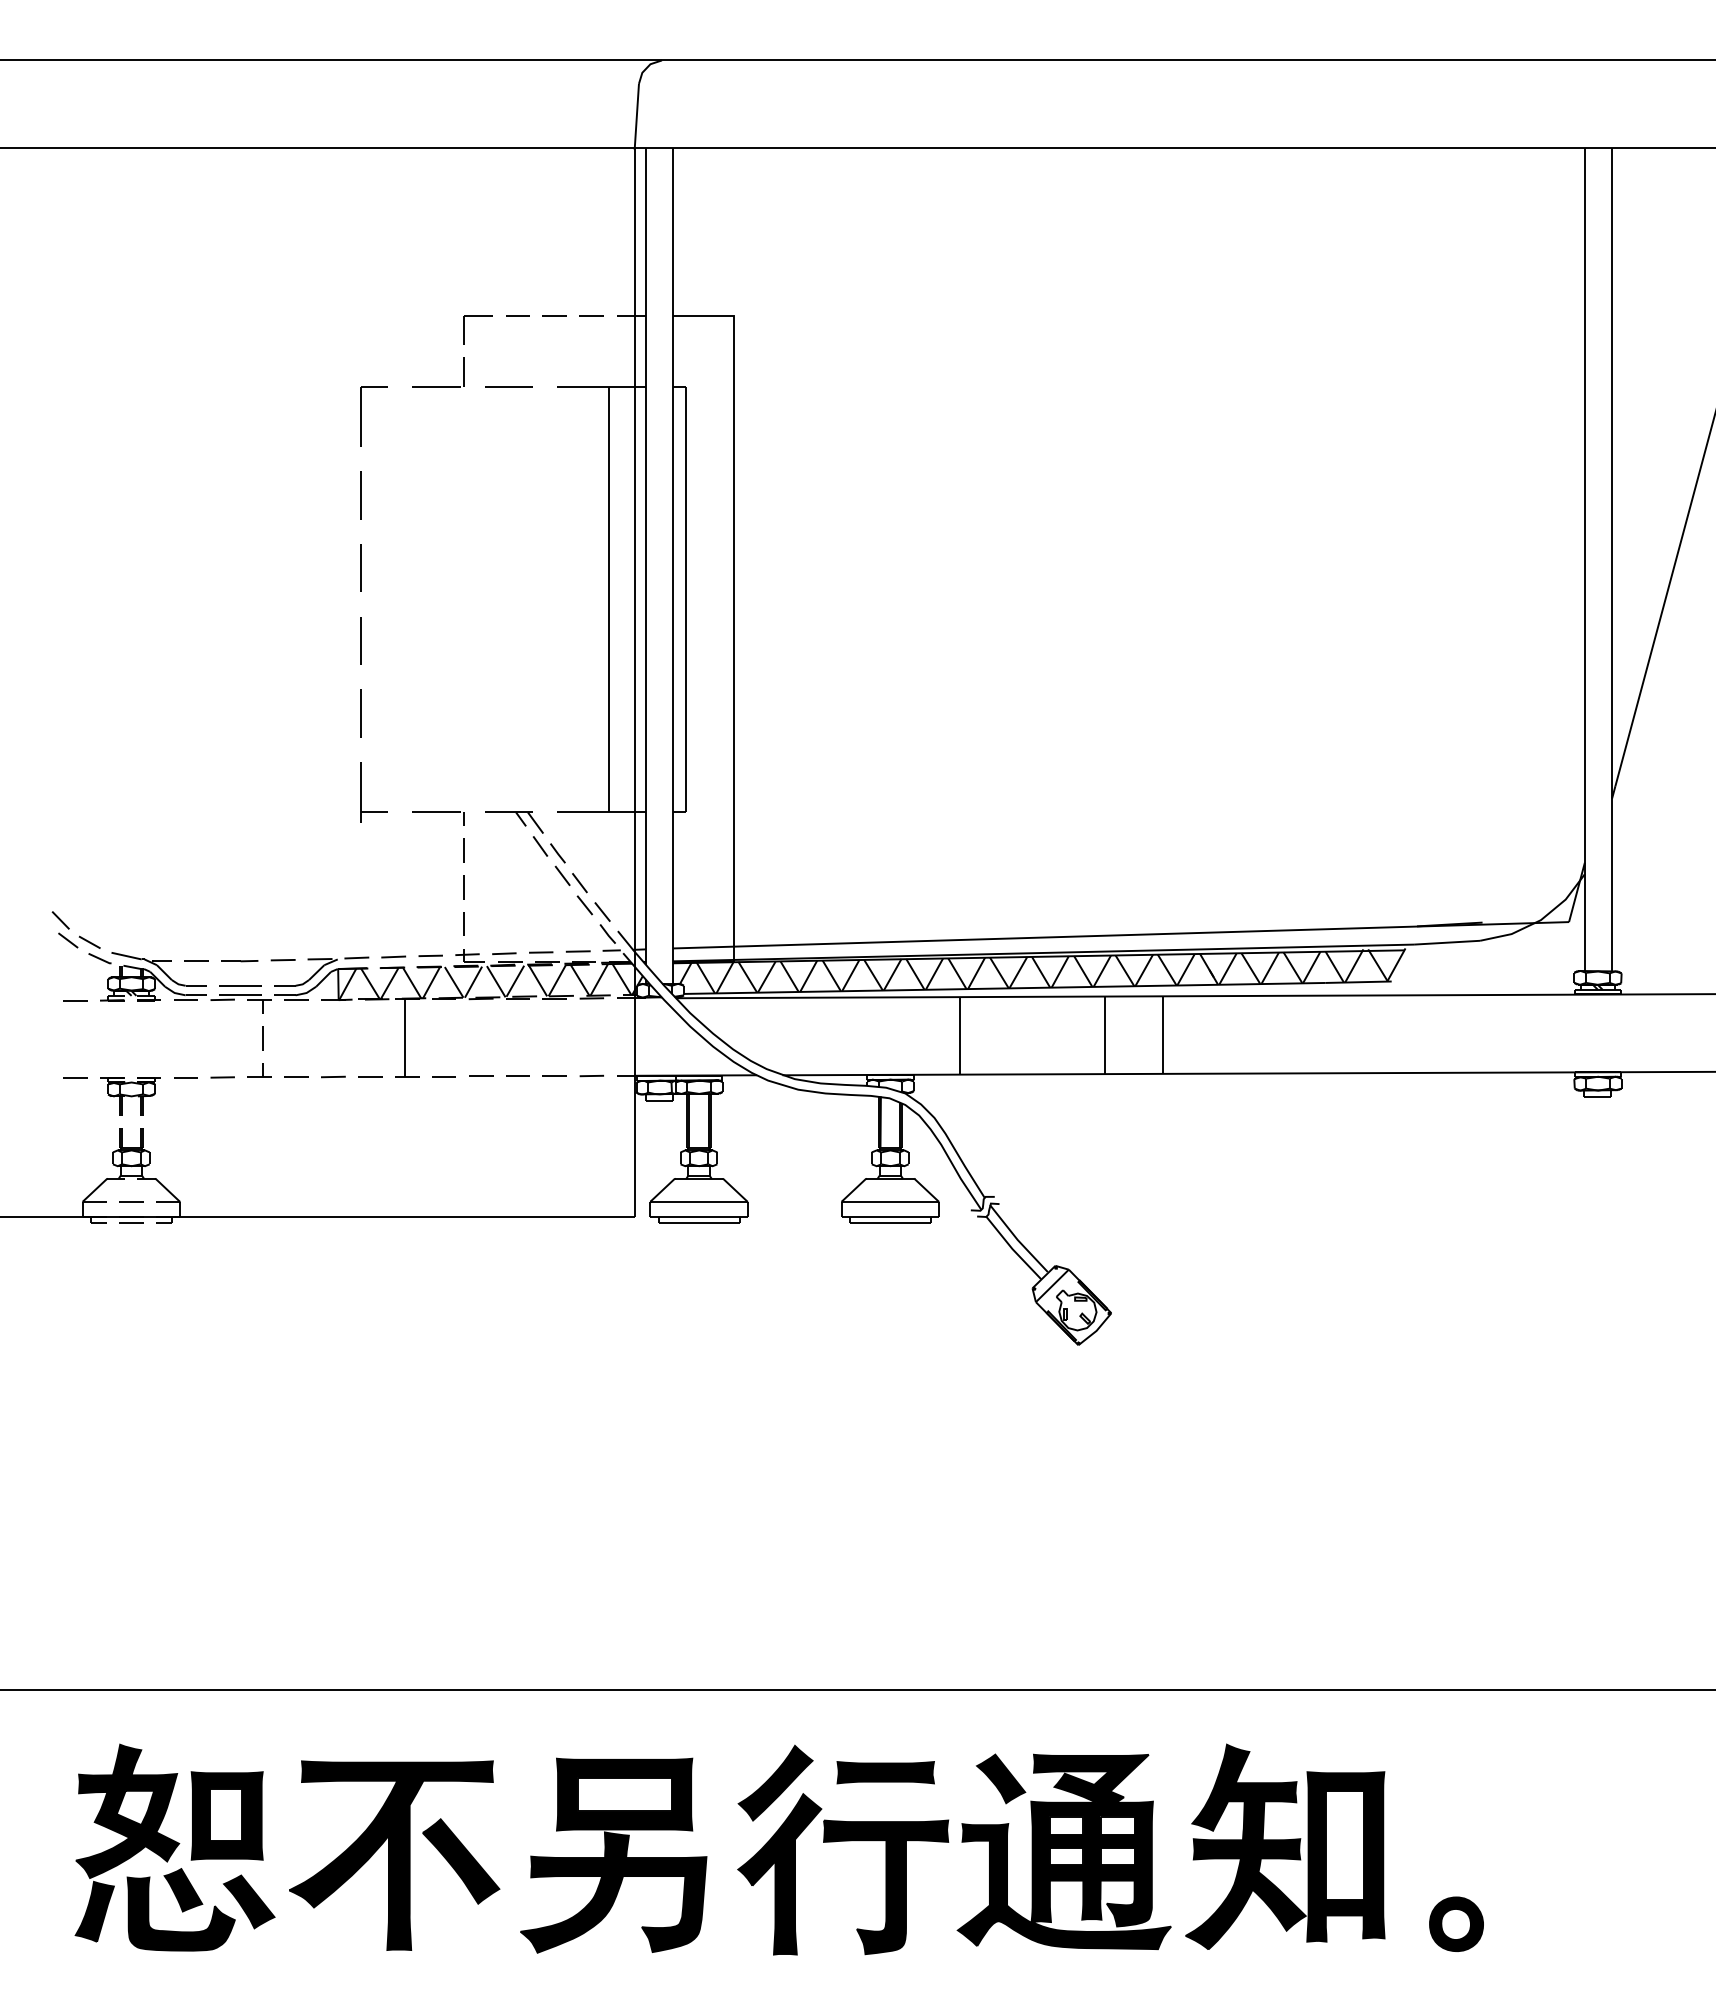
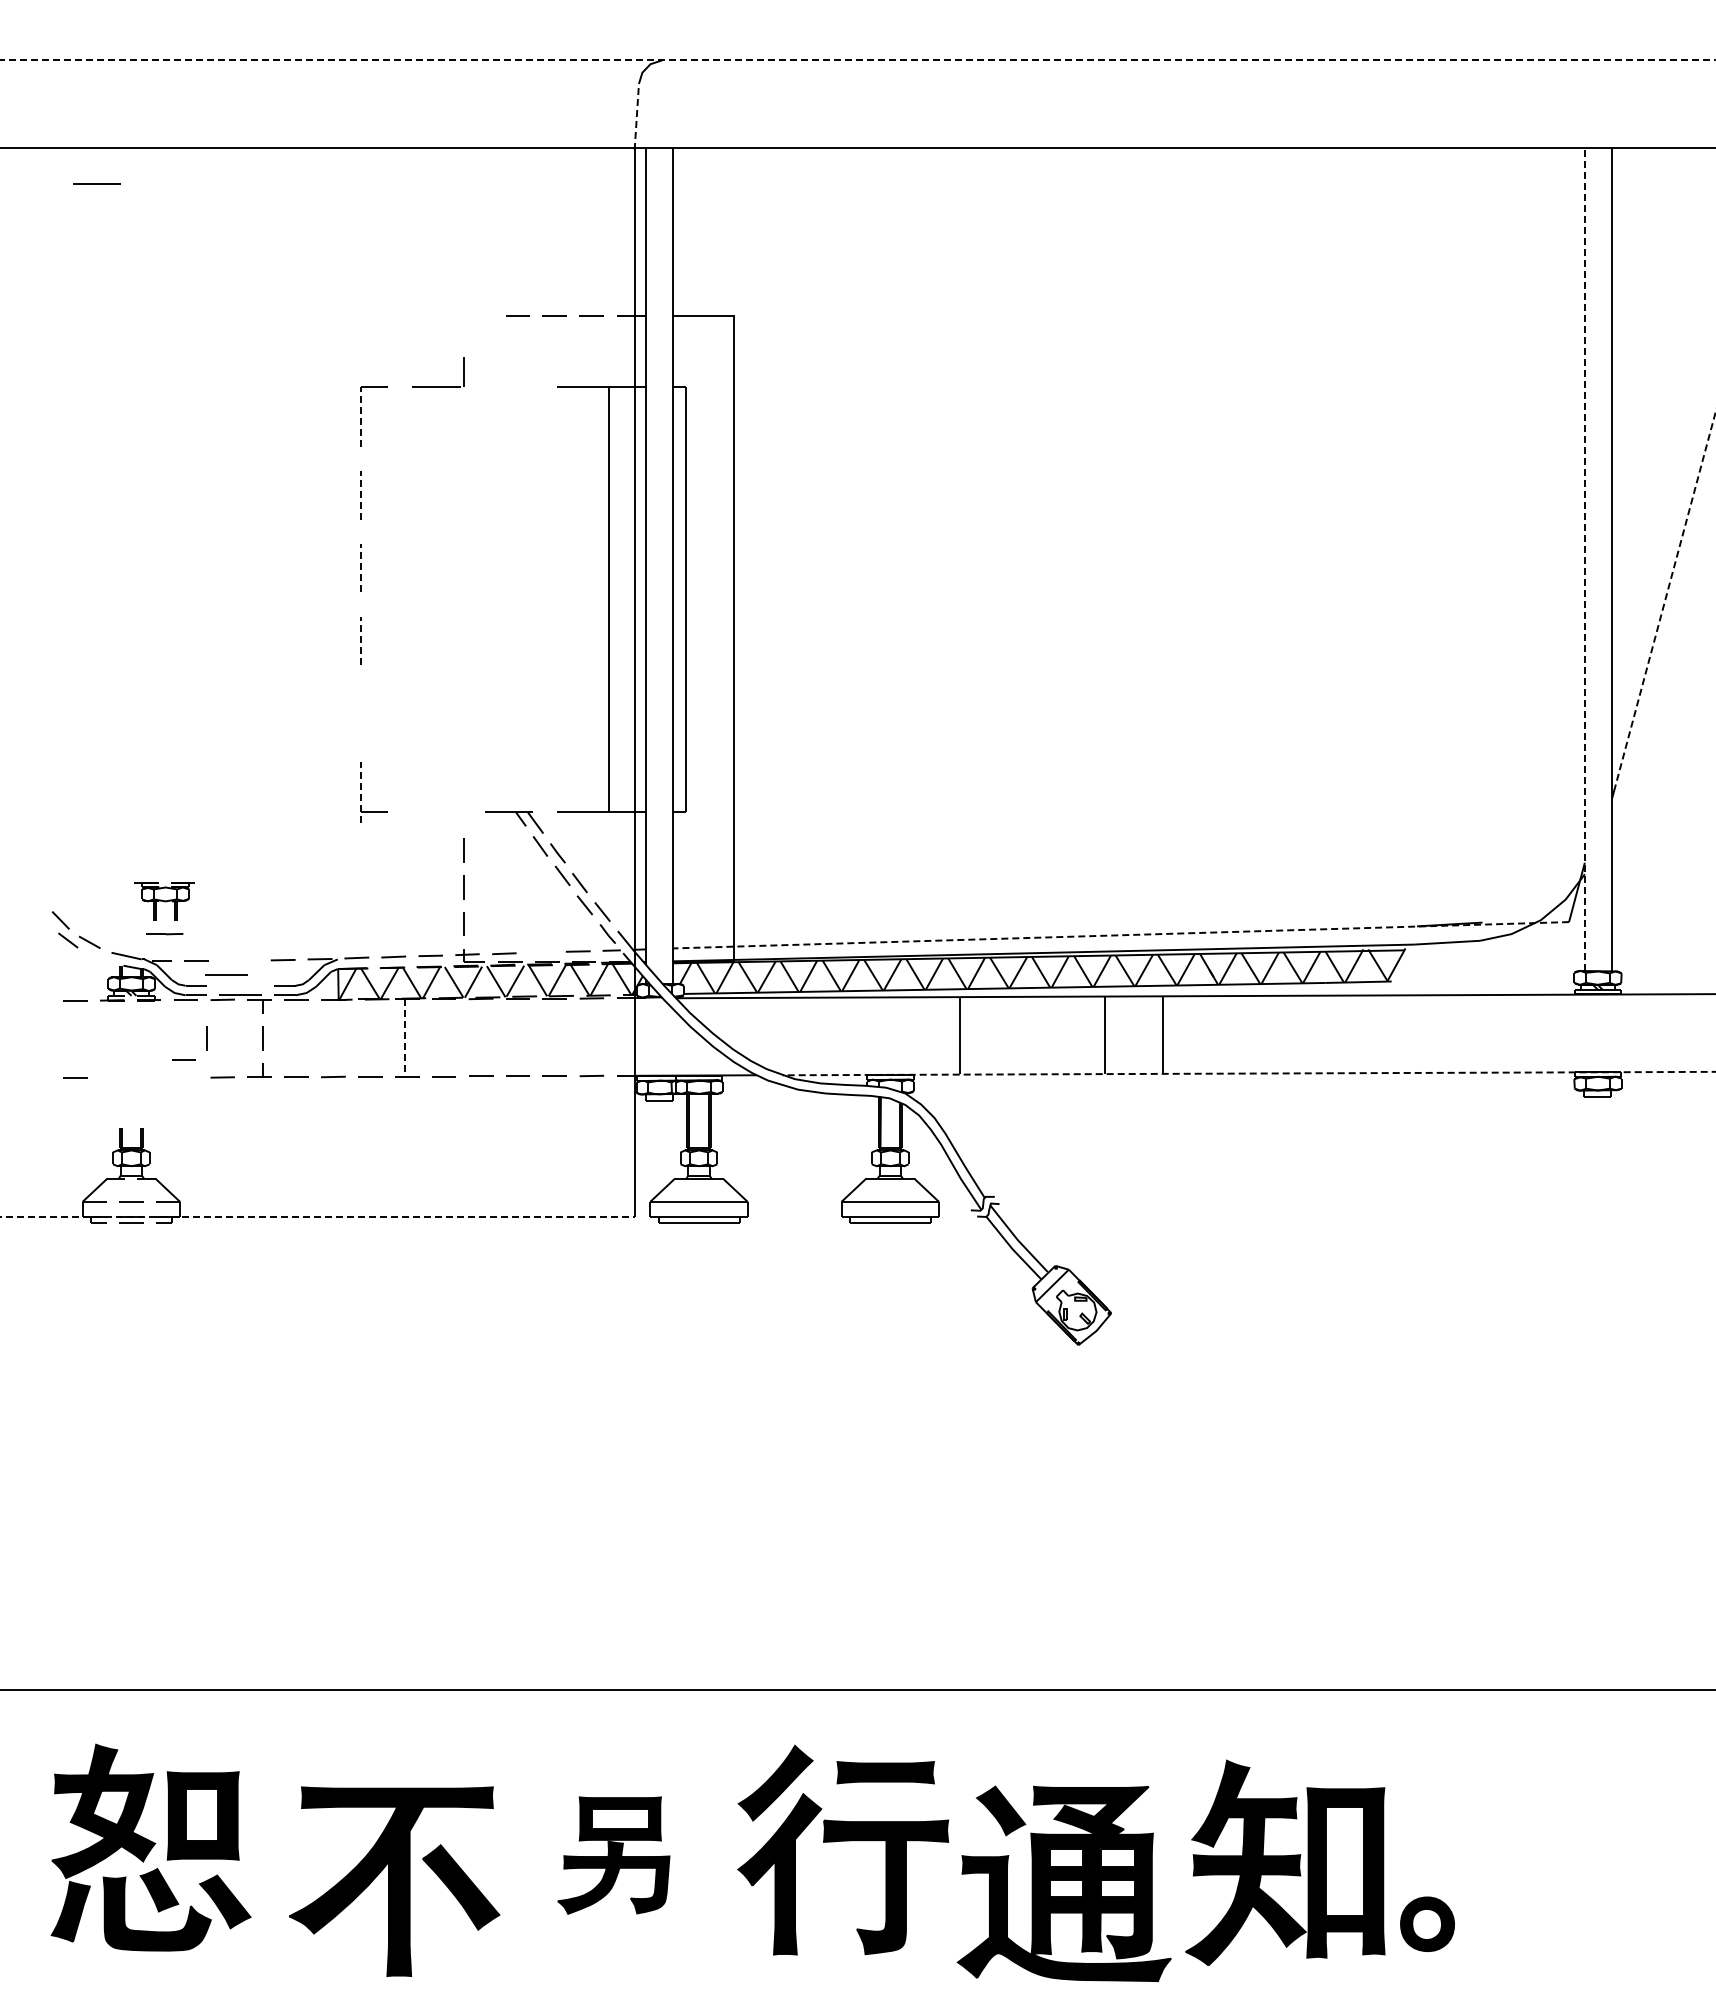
line at (858, 60): solid -> dashed
line at (636, 116): solid -> dashed
part at (477, 316): present -> none
line at (508, 386) position: (508, 386) -> (96, 183)
line at (361, 416): solid -> dashed
line at (361, 495): solid -> dashed
line at (1584, 559): solid -> dashed
line at (361, 567): solid -> dashed
line at (1665, 598): solid -> dashed
line at (361, 640): solid -> dashed
line at (360, 713): present -> none
line at (361, 791): solid -> dashed
part at (438, 818): present -> none
line at (1120, 935): solid -> dashed
line at (541, 952): present -> none
line at (99, 958): present -> none
line at (239, 961) position: (239, 961) -> (164, 934)
line at (240, 985) position: (240, 985) -> (226, 974)
line at (405, 1037): solid -> dashed
line at (206, 1038): none -> present
line at (1249, 1073): solid -> dashed
line at (185, 1077) position: (185, 1077) -> (183, 1059)
part at (130, 1096) position: (130, 1096) -> (164, 901)
line at (317, 1216): solid -> dashed
part at (1285, 1846) position: (1285, 1846) -> (1285, 1862)
part at (174, 1847) position: (174, 1847) -> (150, 1847)
part at (1063, 1851) position: (1063, 1851) -> (1063, 1883)
part at (394, 1855) position: (394, 1855) -> (394, 1881)
part at (613, 1855) size: 188x197 px -> 114x119 px
part at (1456, 1923) position: (1456, 1923) -> (1427, 1923)
